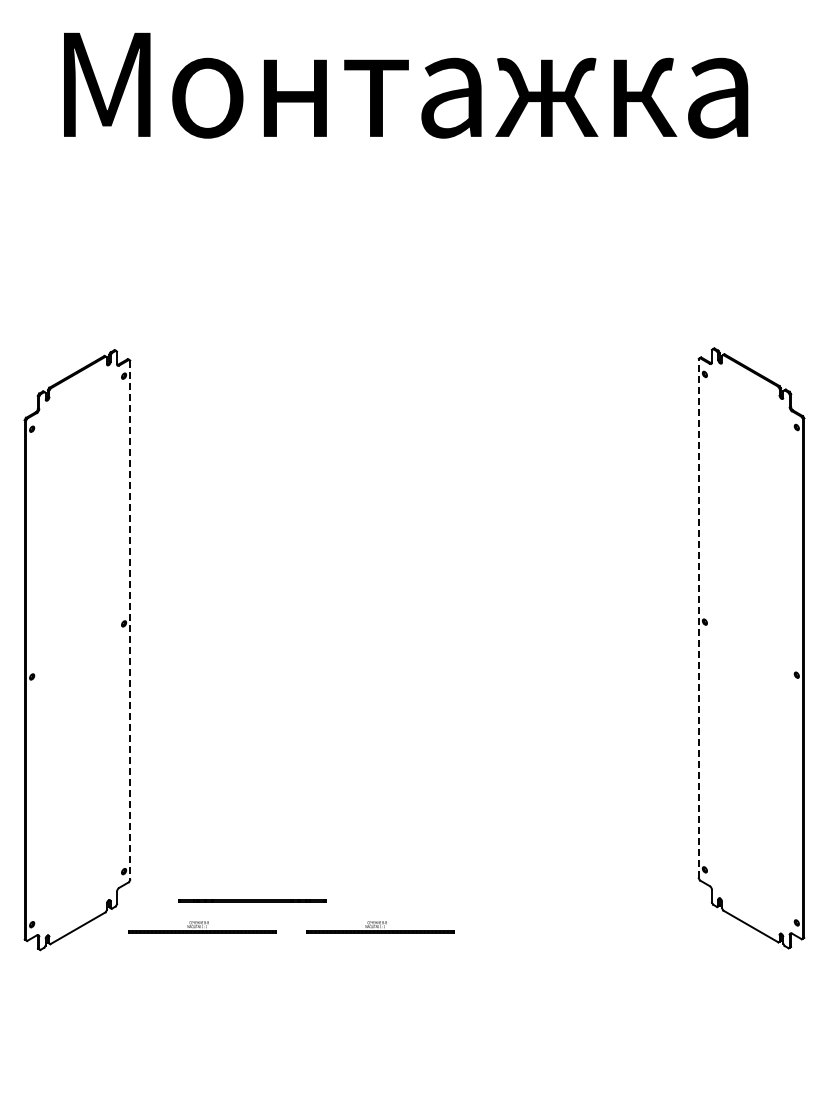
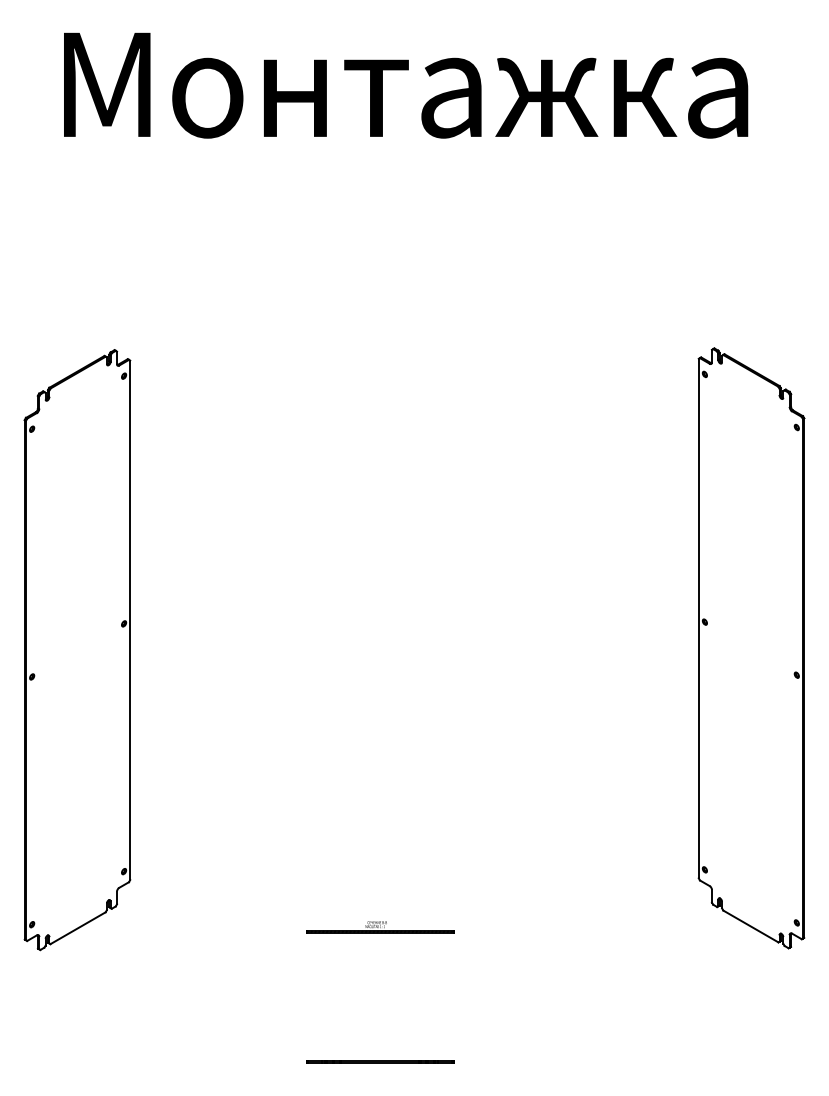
line at (698, 618): dashed -> solid
line at (130, 620): dashed -> solid
line at (252, 900) position: (252, 900) -> (380, 1061)
part at (202, 927): present -> none
